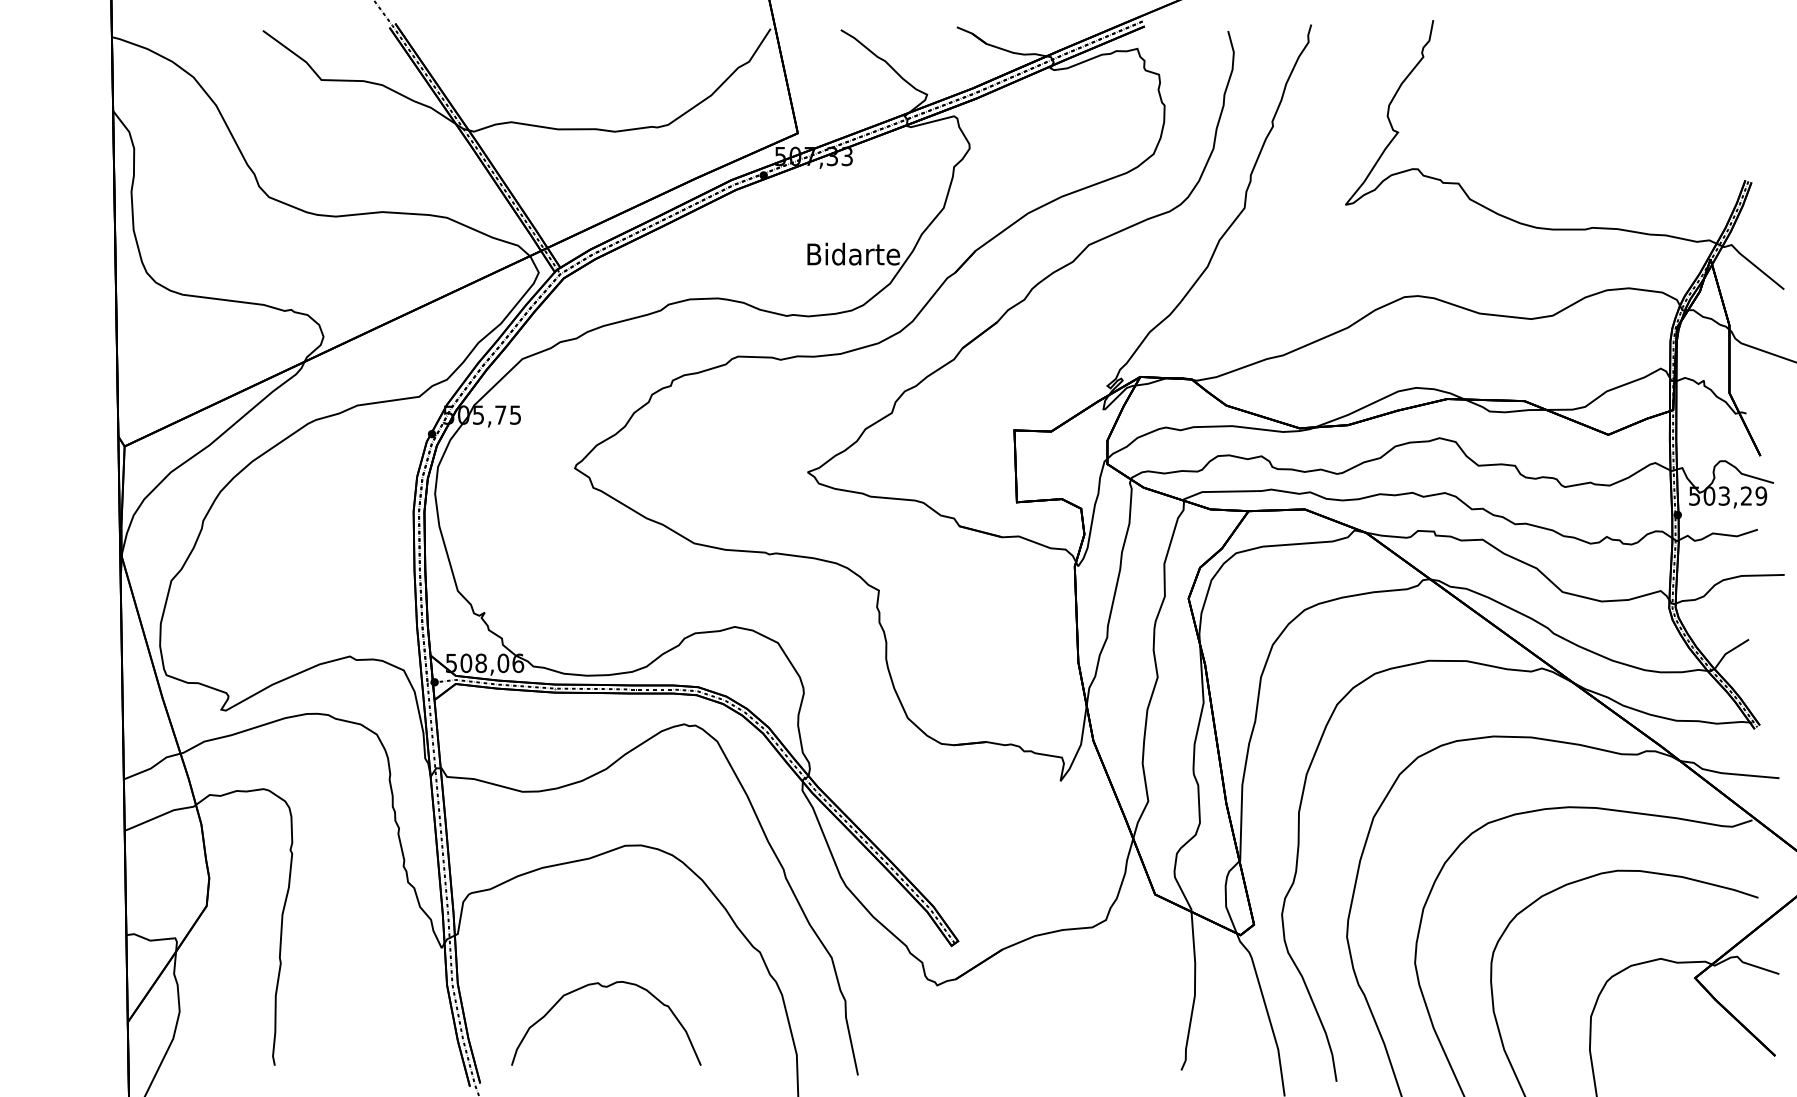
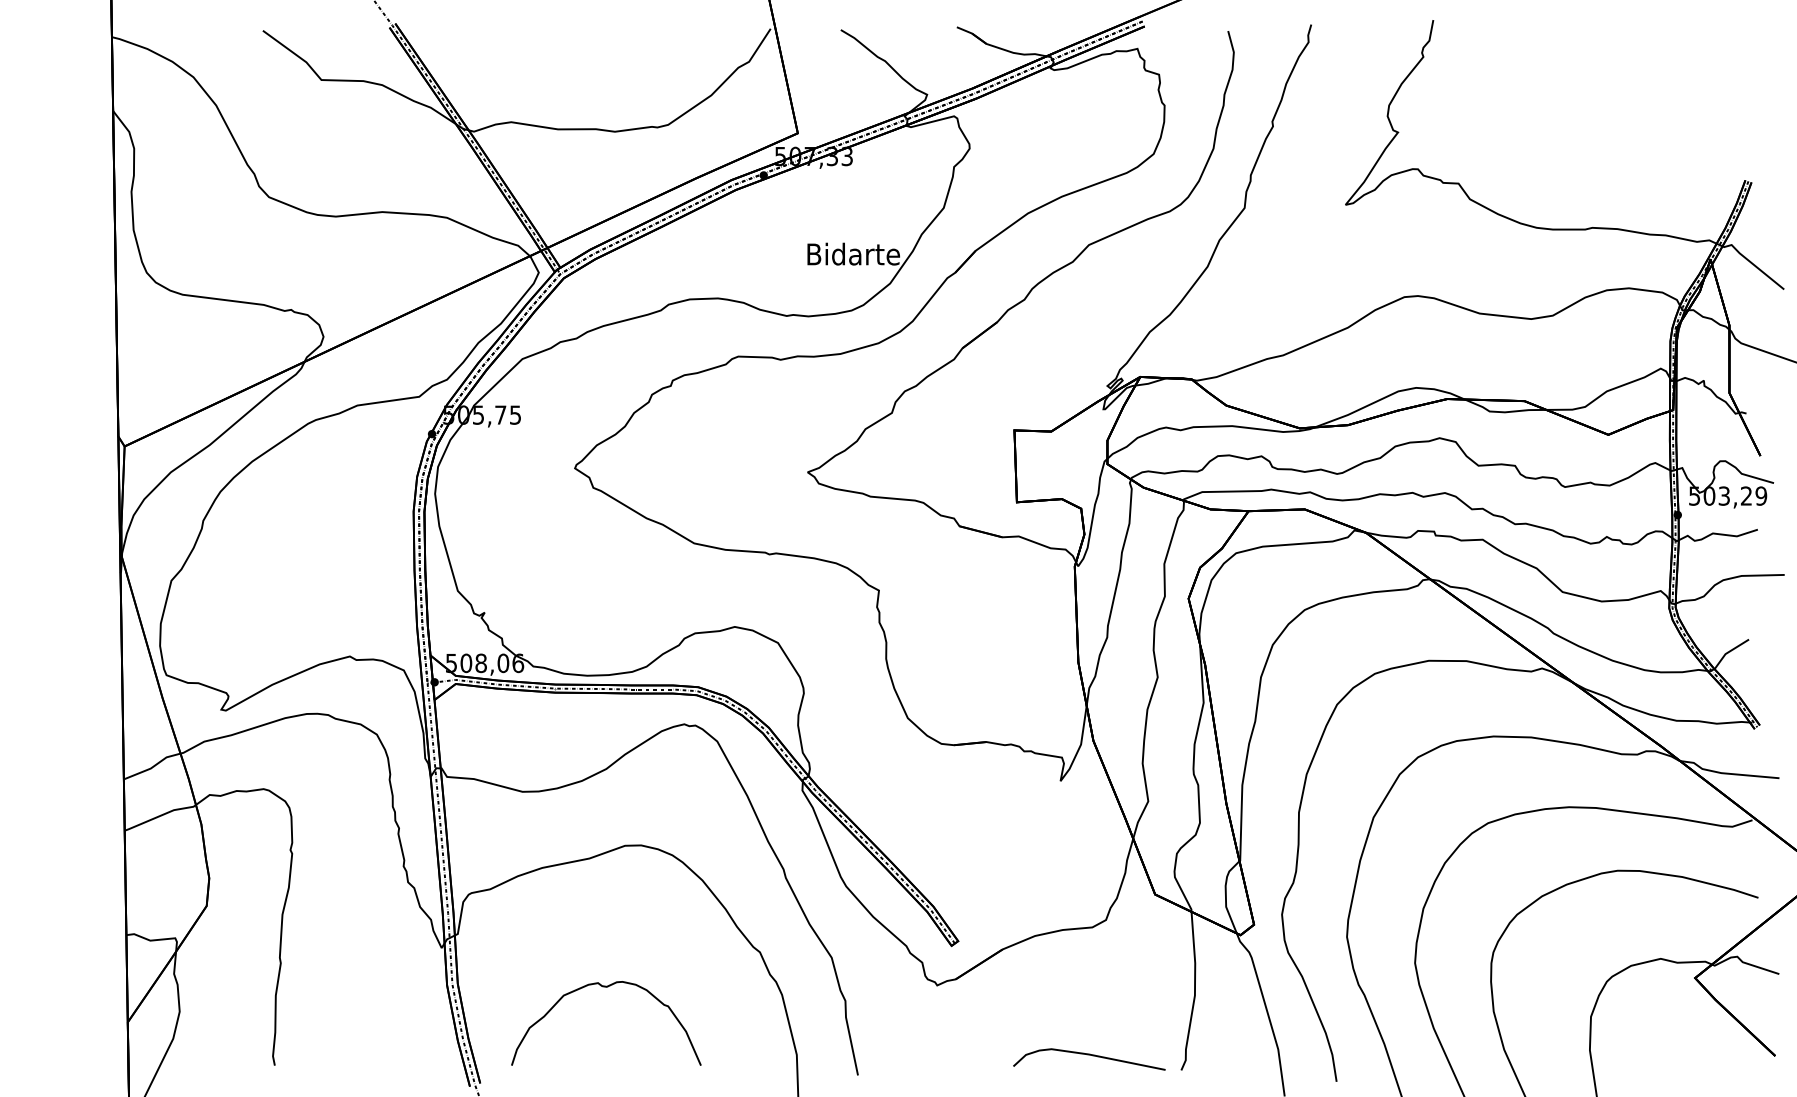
curve at (1089, 1055): none -> present
